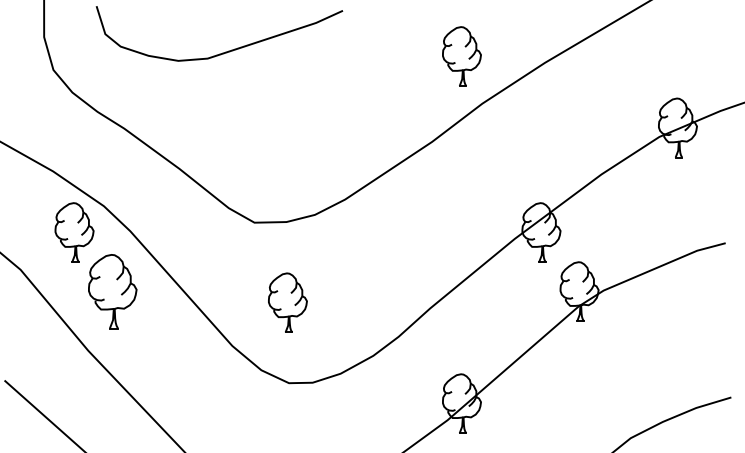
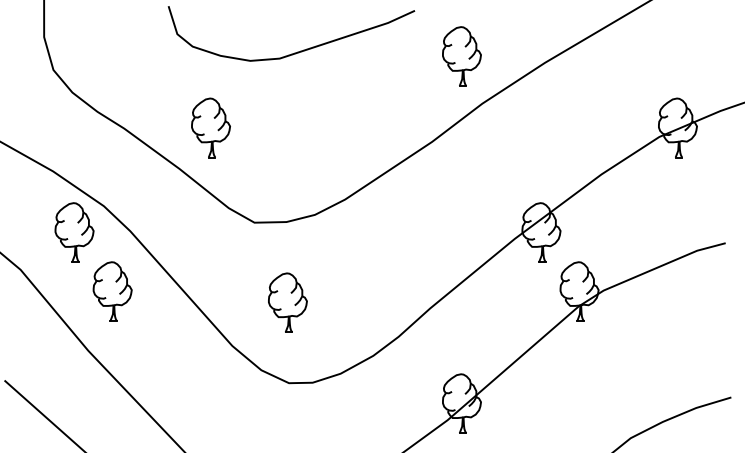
curve at (225, 51) position: (225, 51) -> (297, 51)
part at (210, 127): none -> present
part at (112, 291) size: 50x76 px -> 41x61 px
